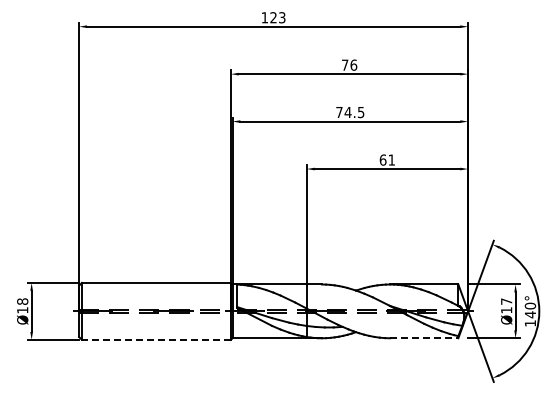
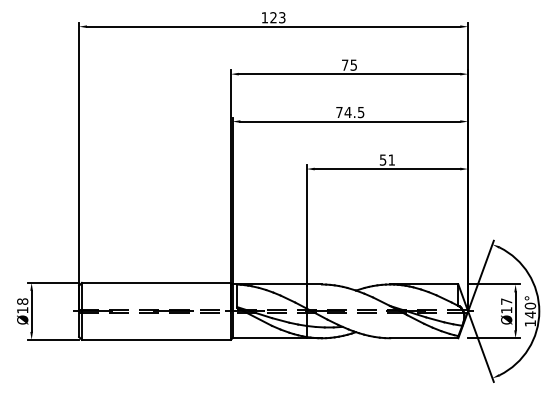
text at (353, 64): 76 -> 75
text at (382, 159): 61 -> 51
line at (424, 338): dashed -> solid
line at (155, 339): dashed -> solid
